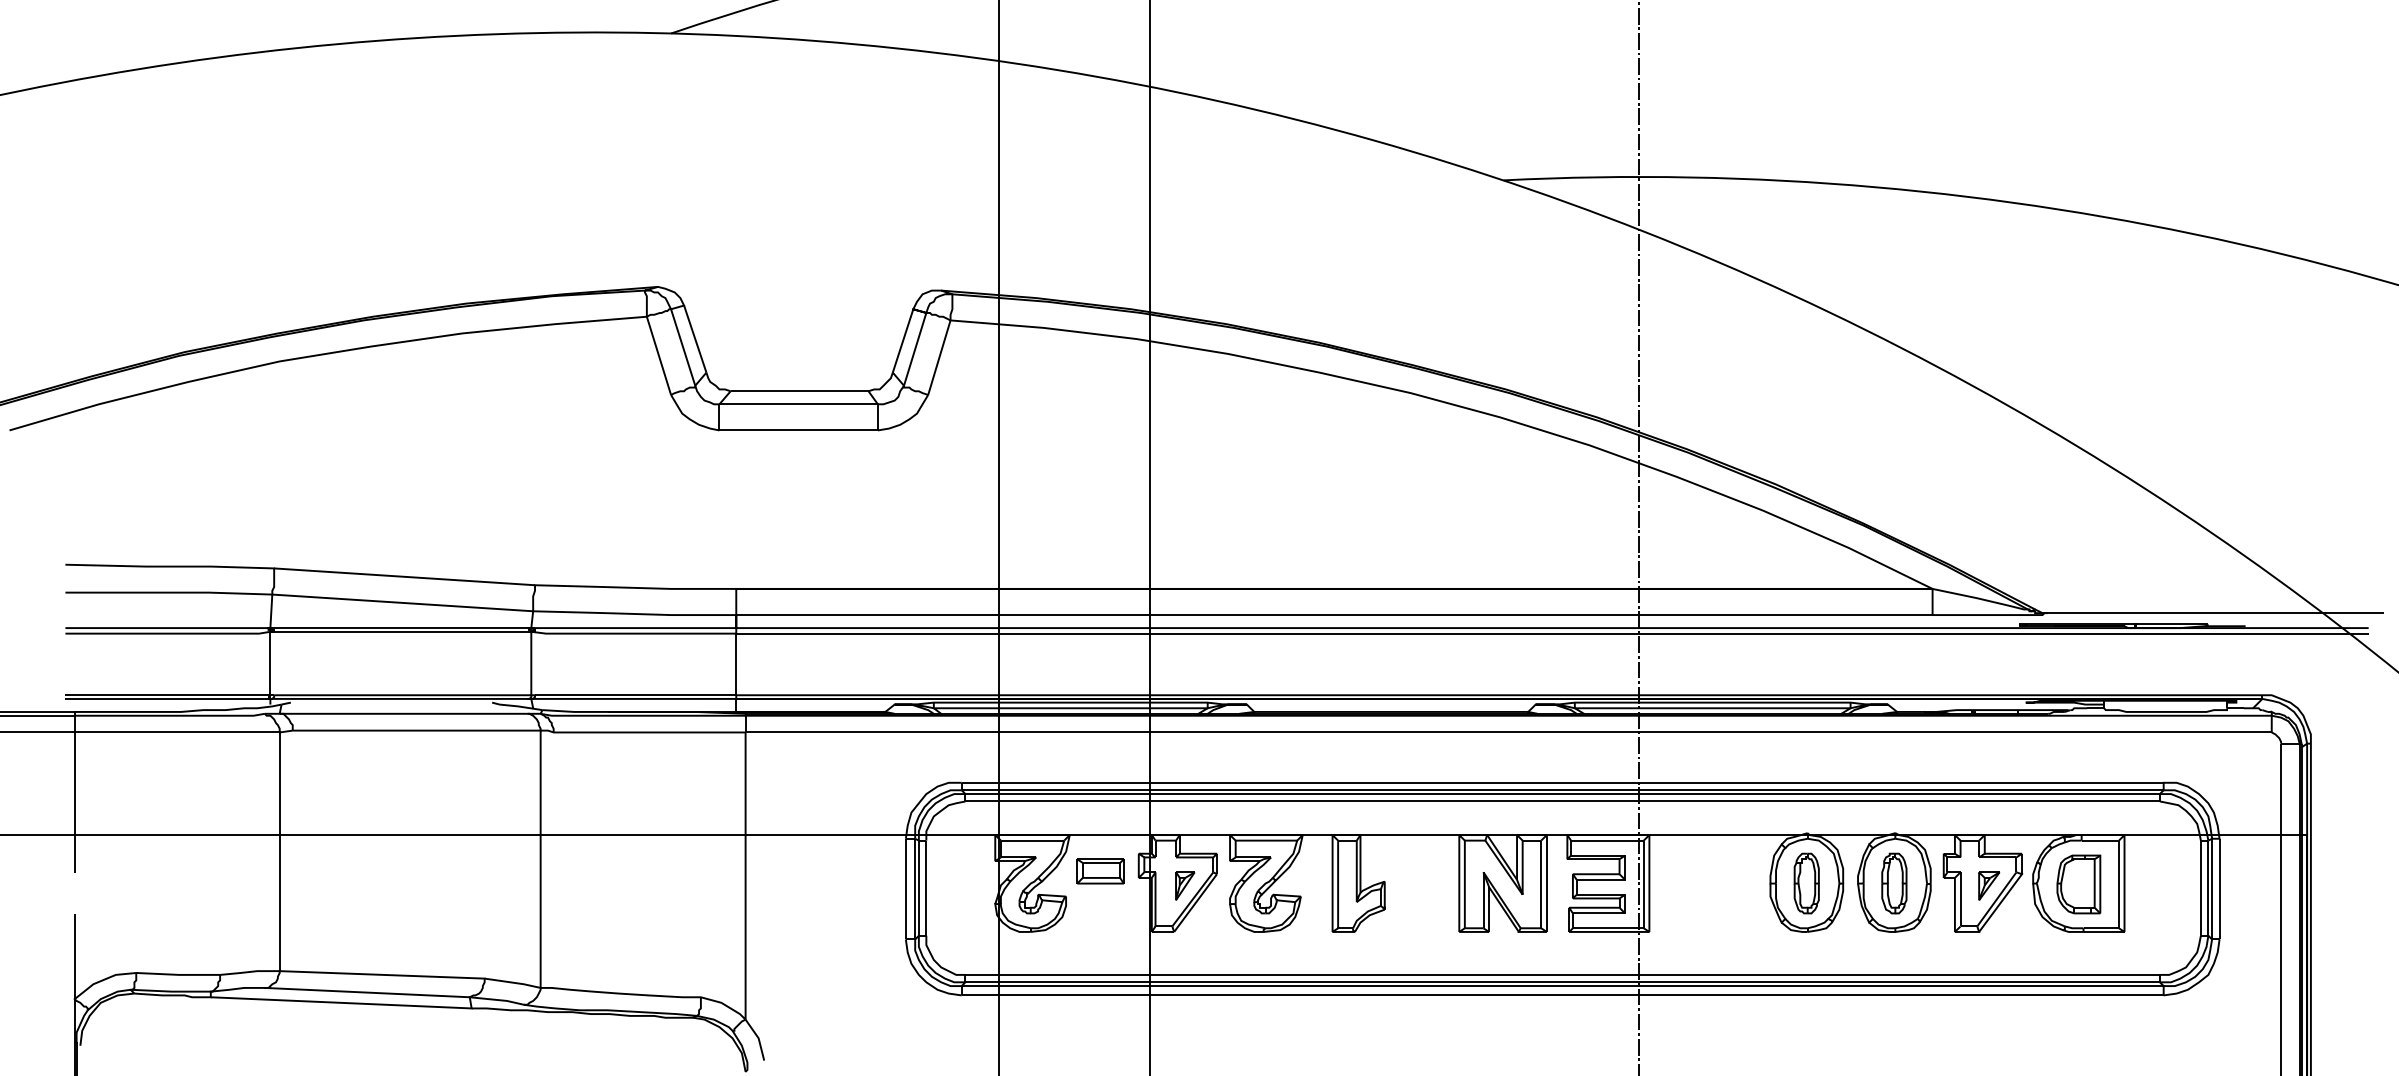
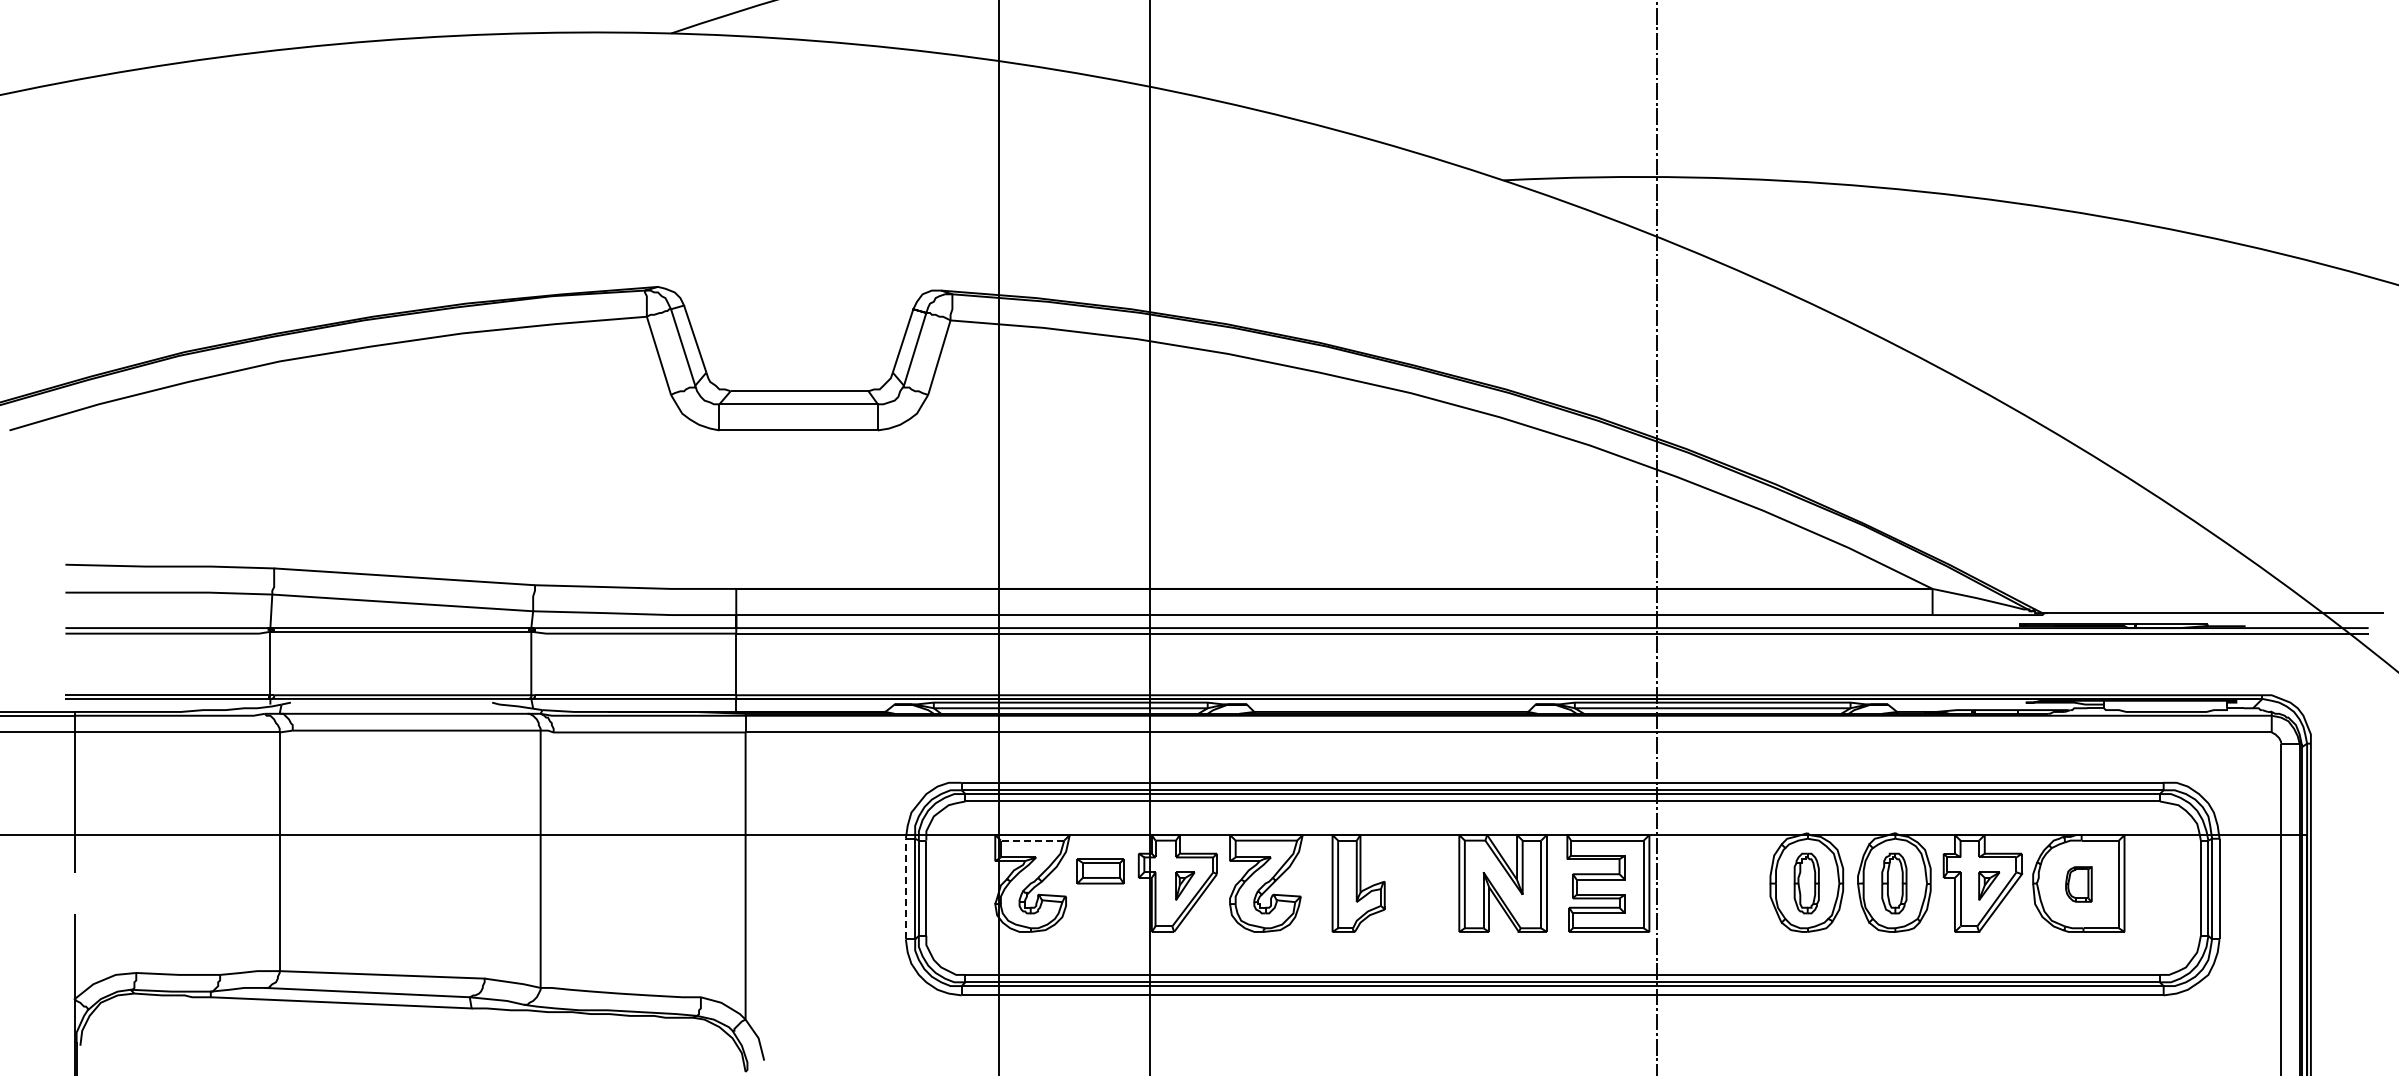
line at (1639, 537) position: (1639, 537) -> (1657, 537)
line at (1032, 840): solid -> dashed
part at (2078, 884) size: 46x61 px -> 28x37 px
line at (905, 888): solid -> dashed
